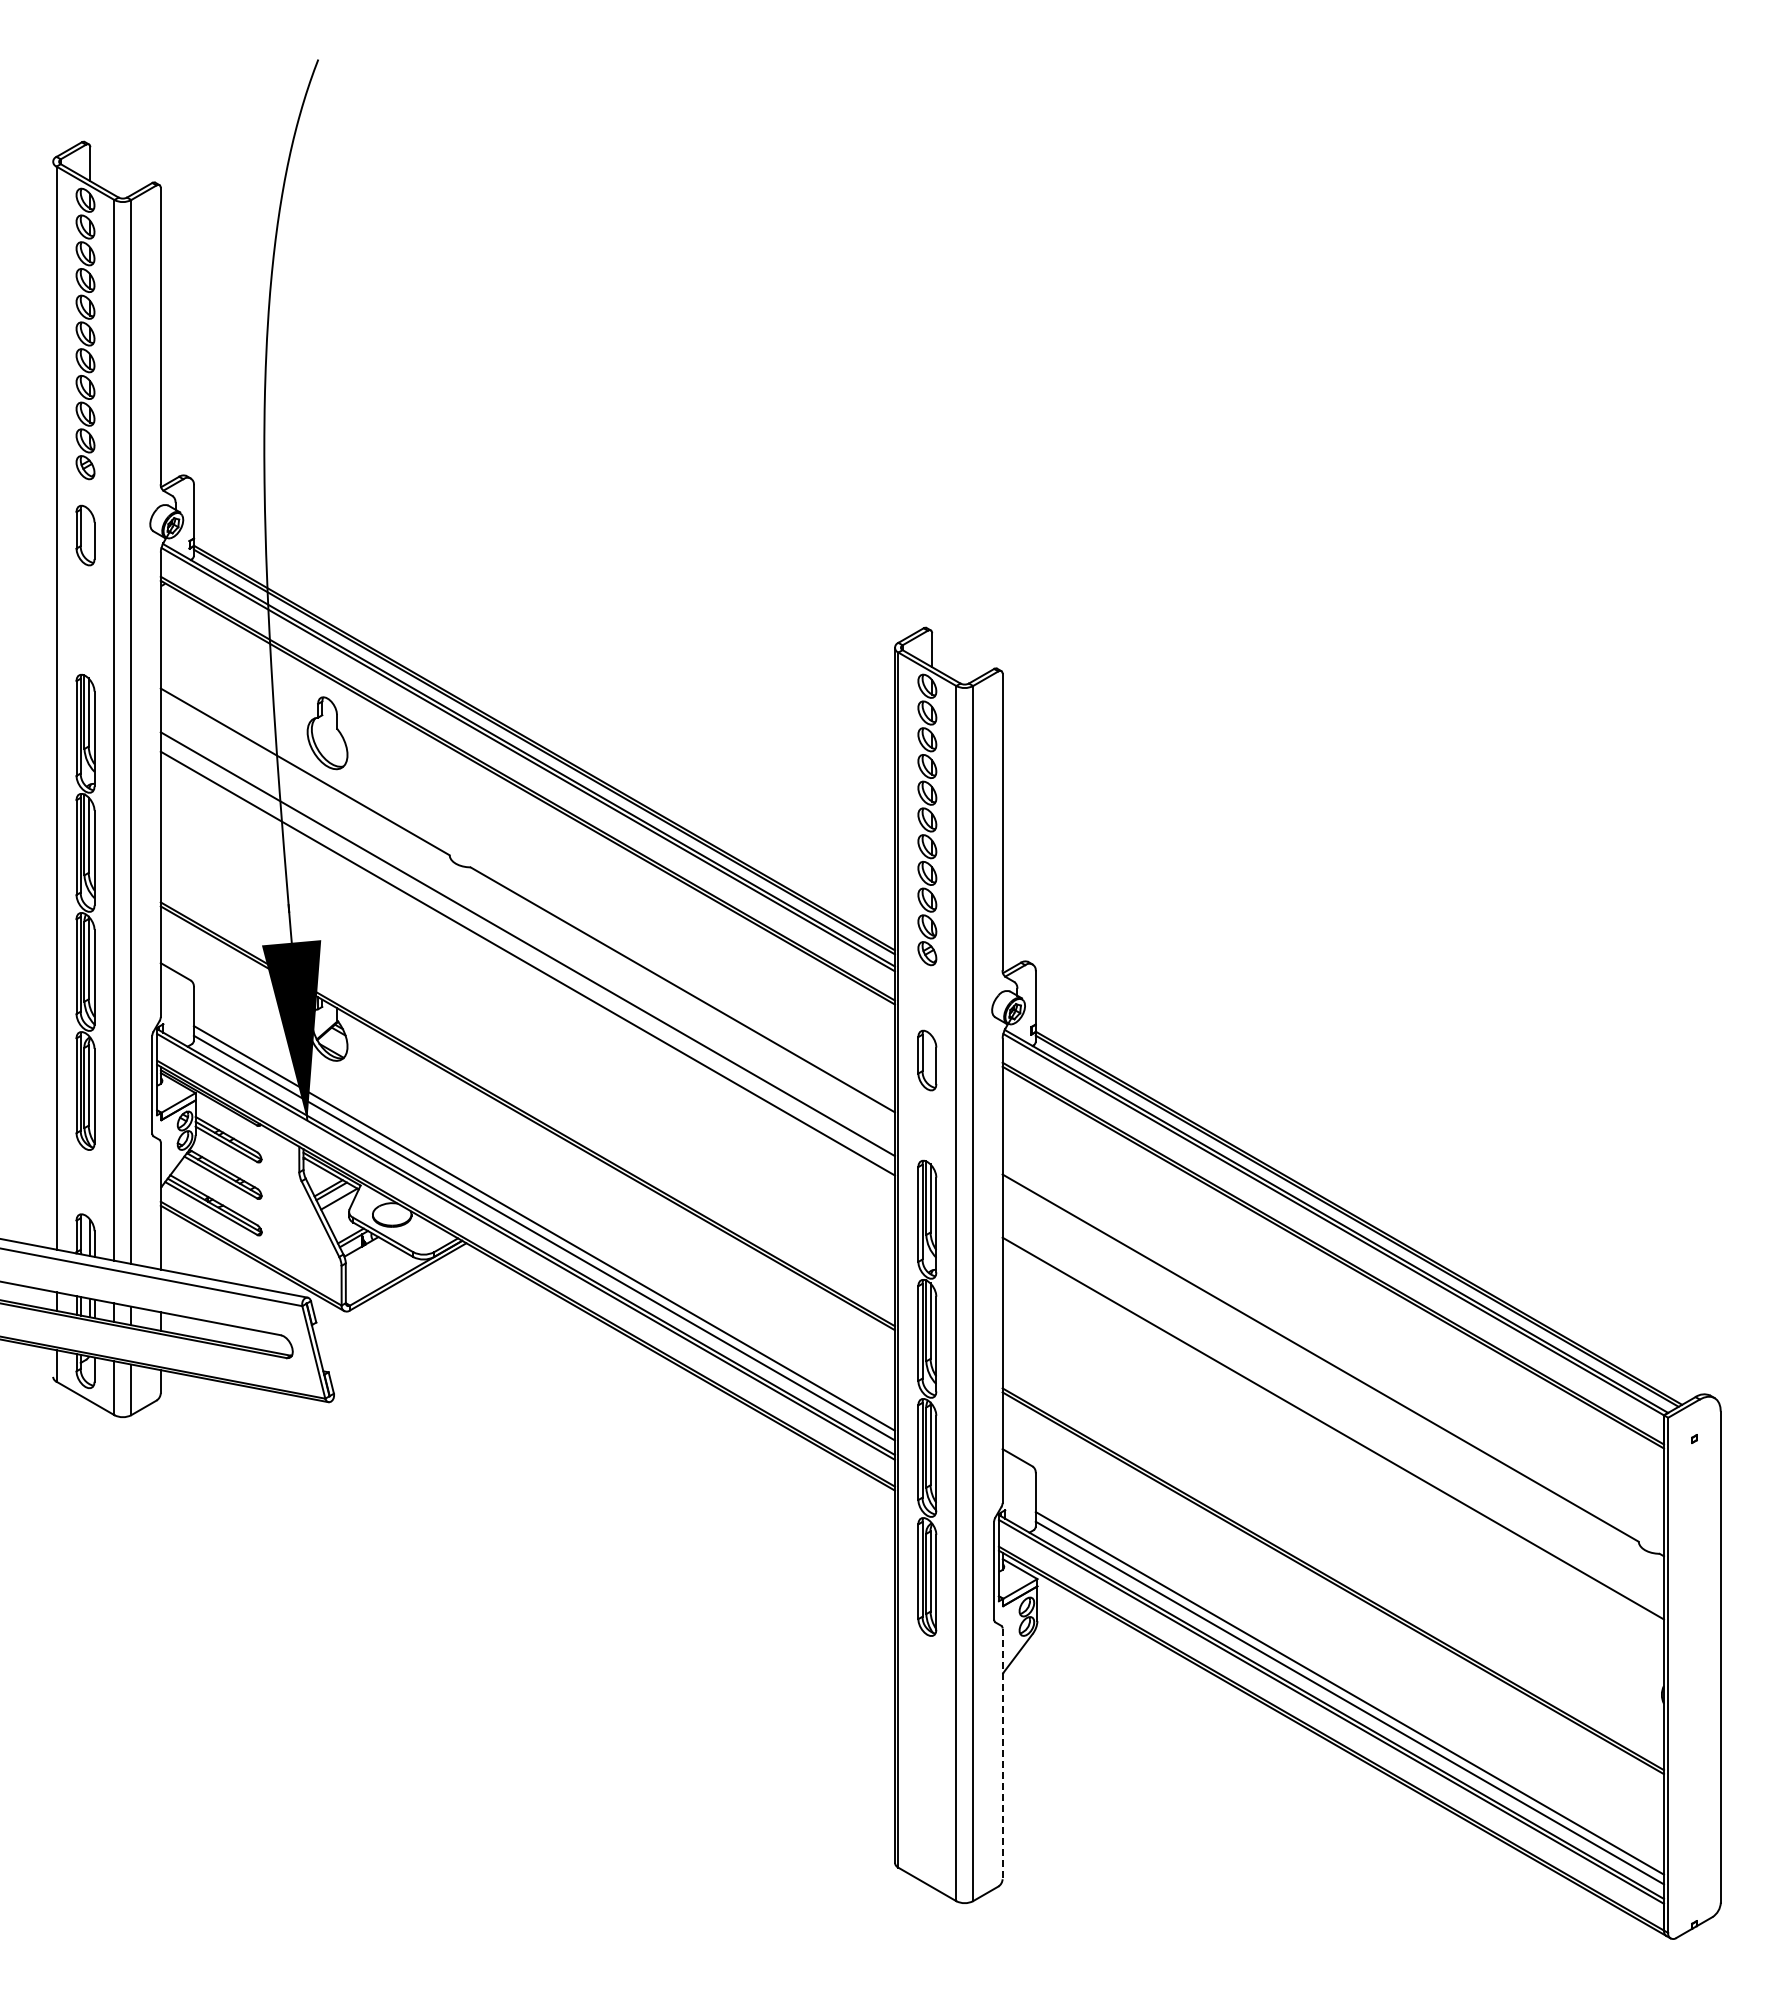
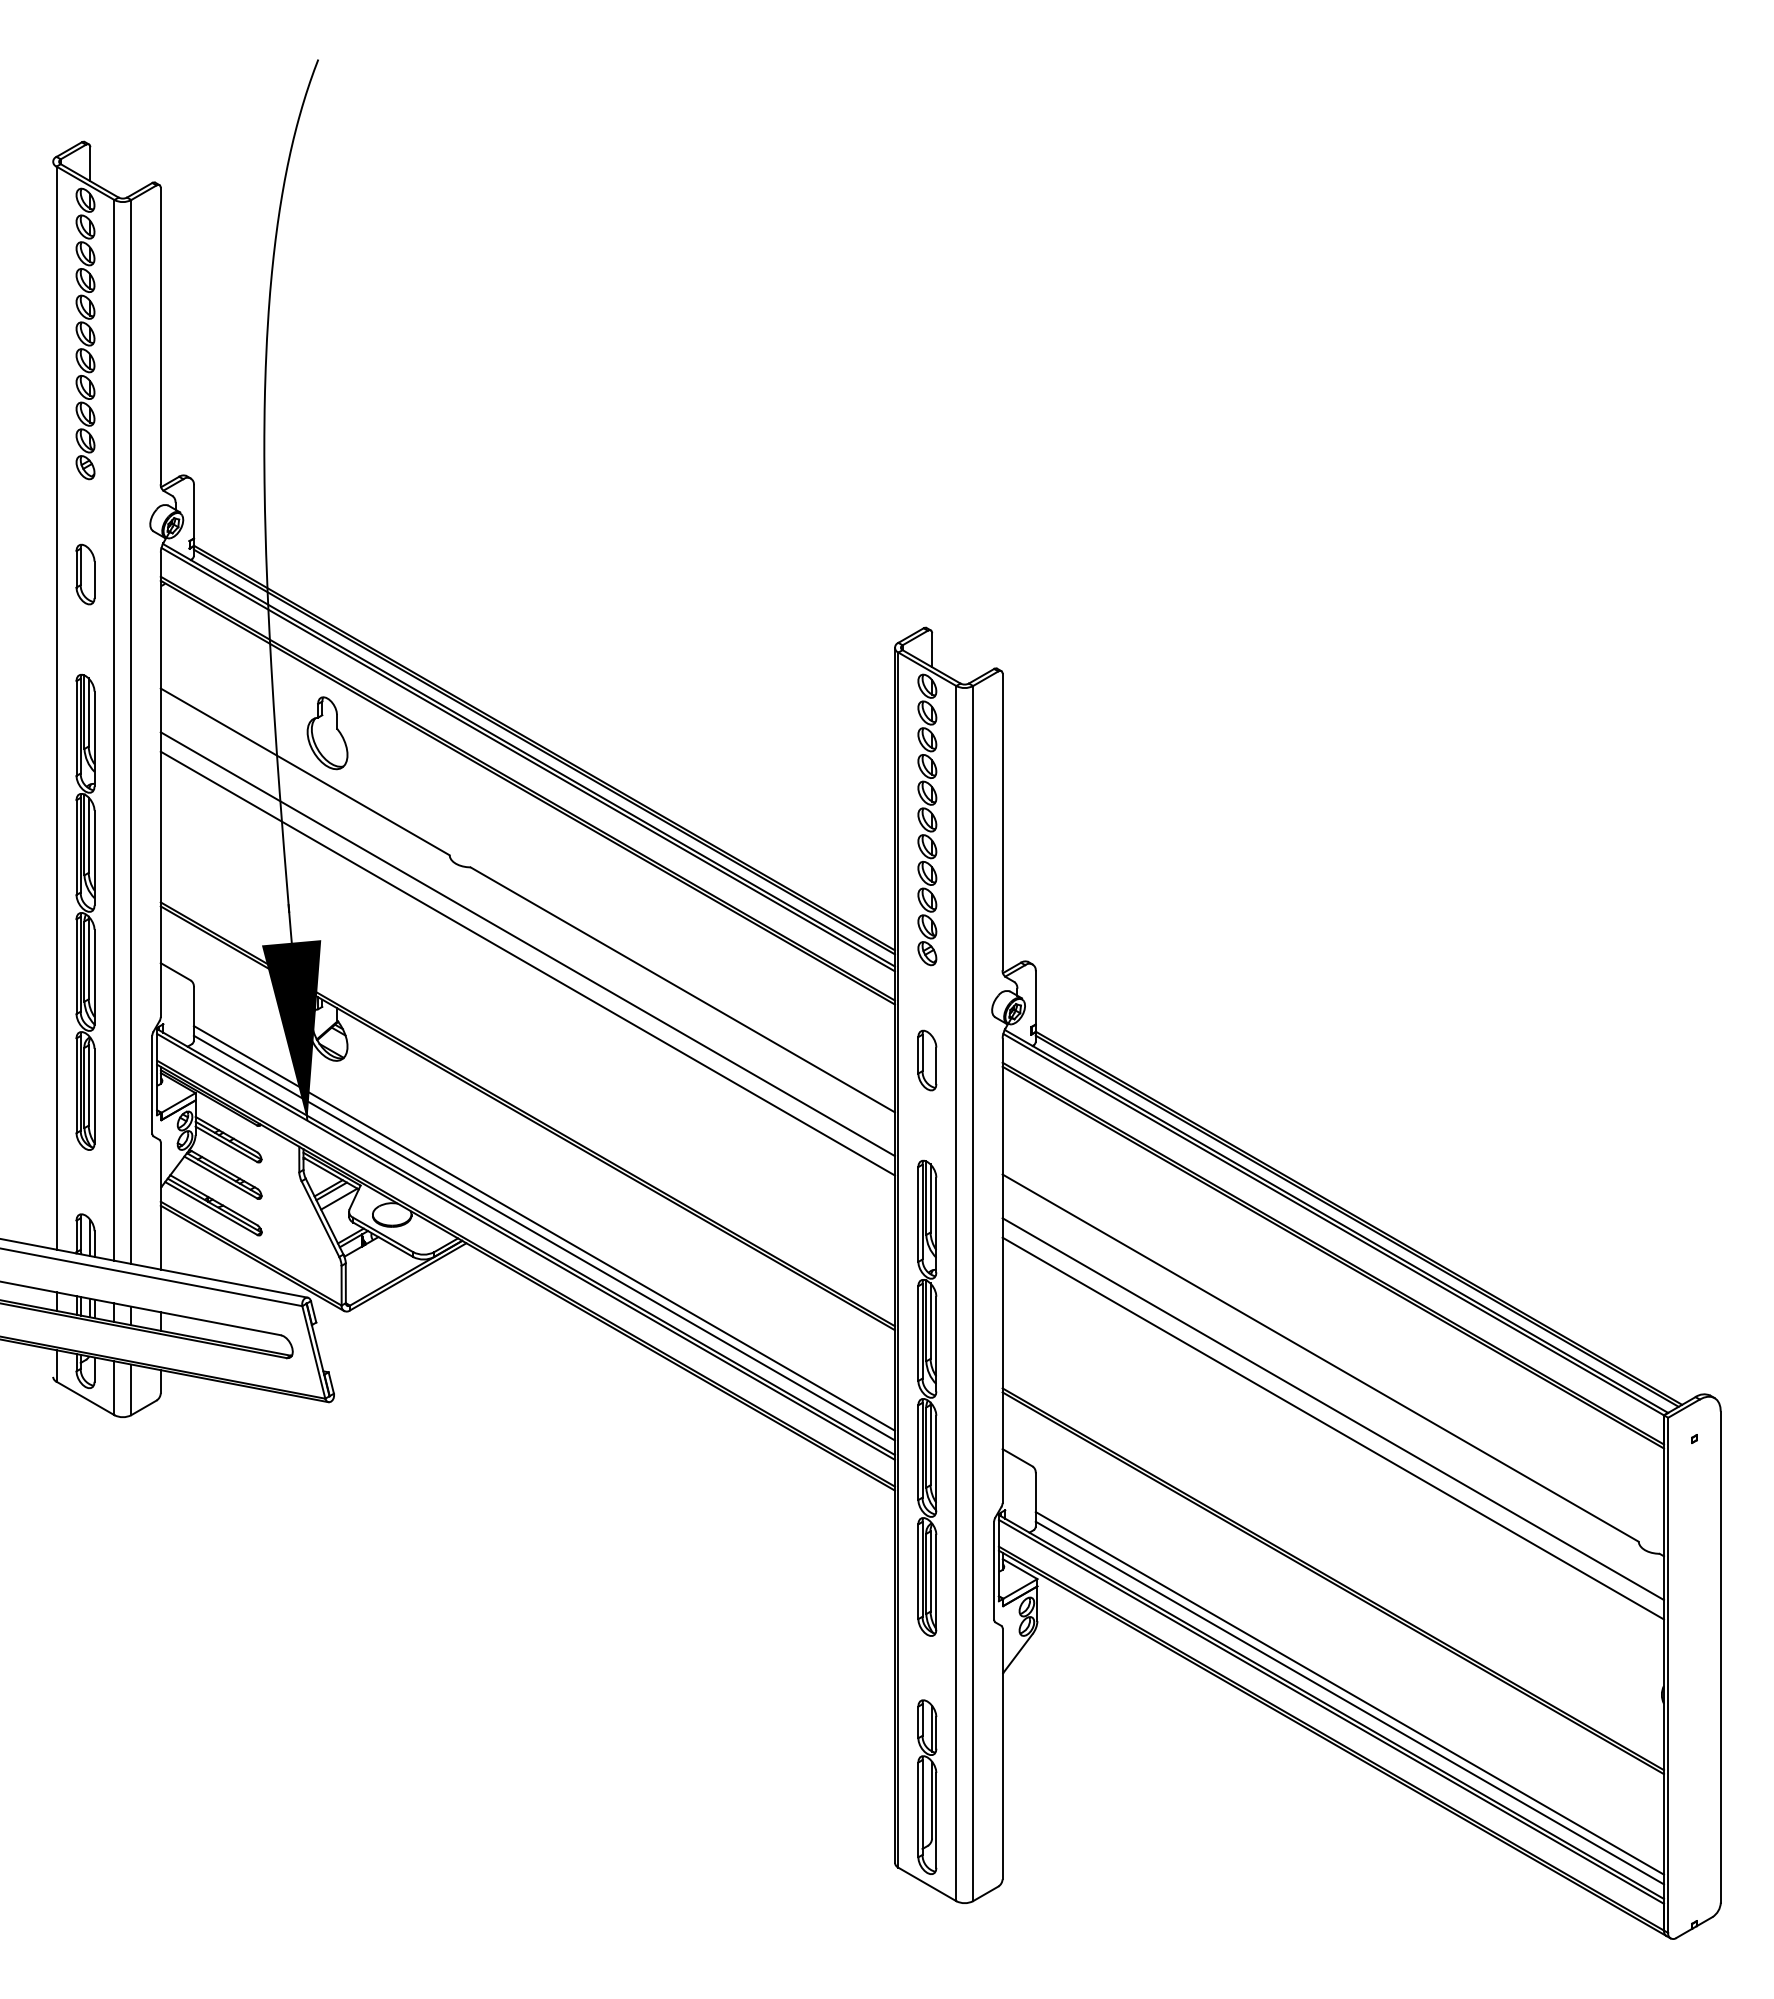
part at (85, 535) position: (85, 535) -> (85, 574)
line at (1332, 1409): none -> present
line at (1002, 1754): dashed -> solid
part at (927, 1786): none -> present
